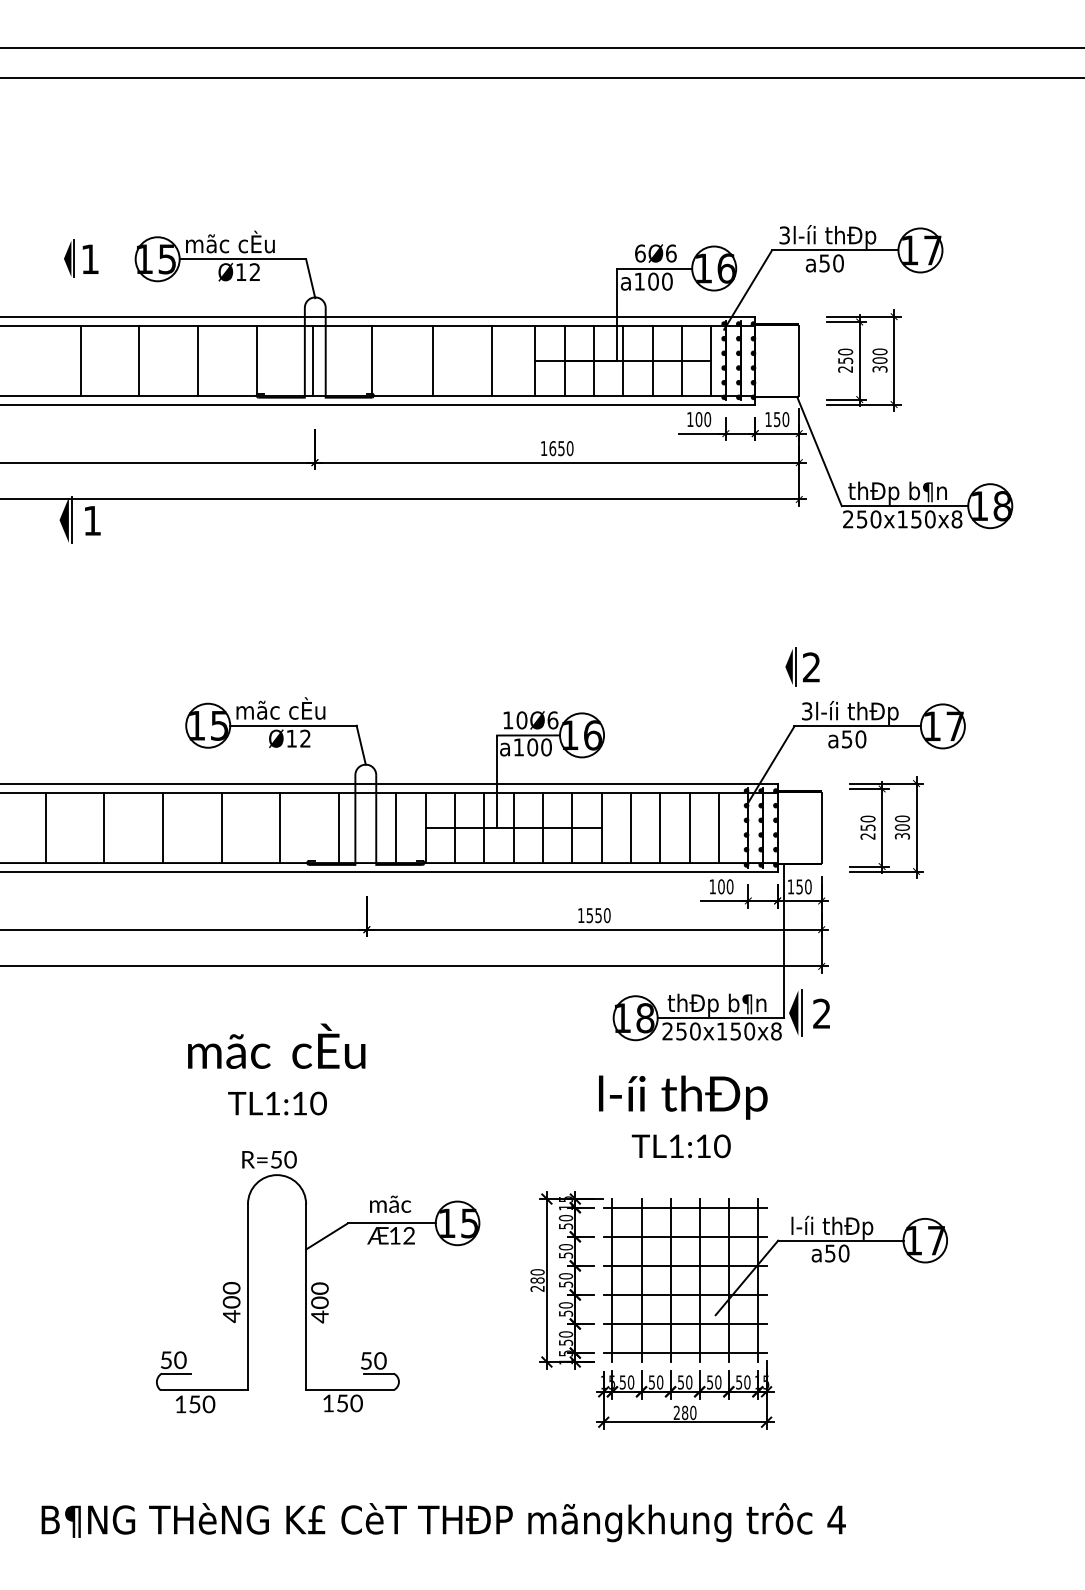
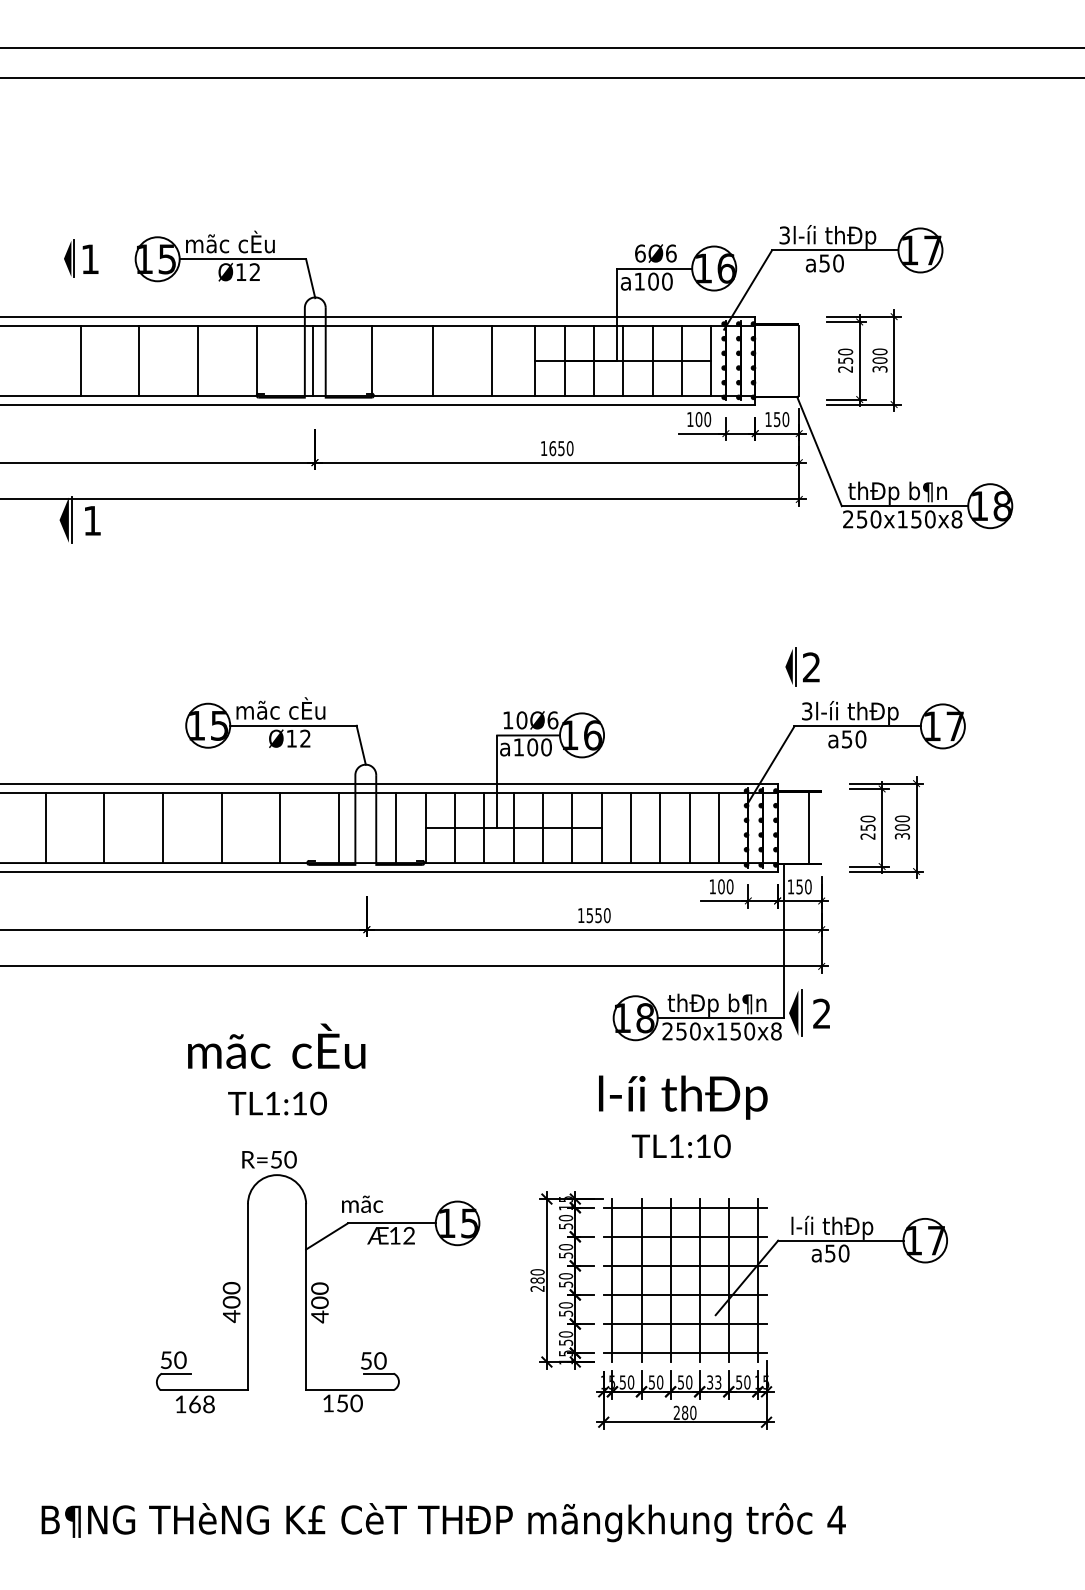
line at (821, 827) position: (821, 827) -> (808, 827)
text at (390, 1203) position: (390, 1203) -> (362, 1203)
text at (714, 1382): 50 -> 33
text at (202, 1404): 150 -> 168
